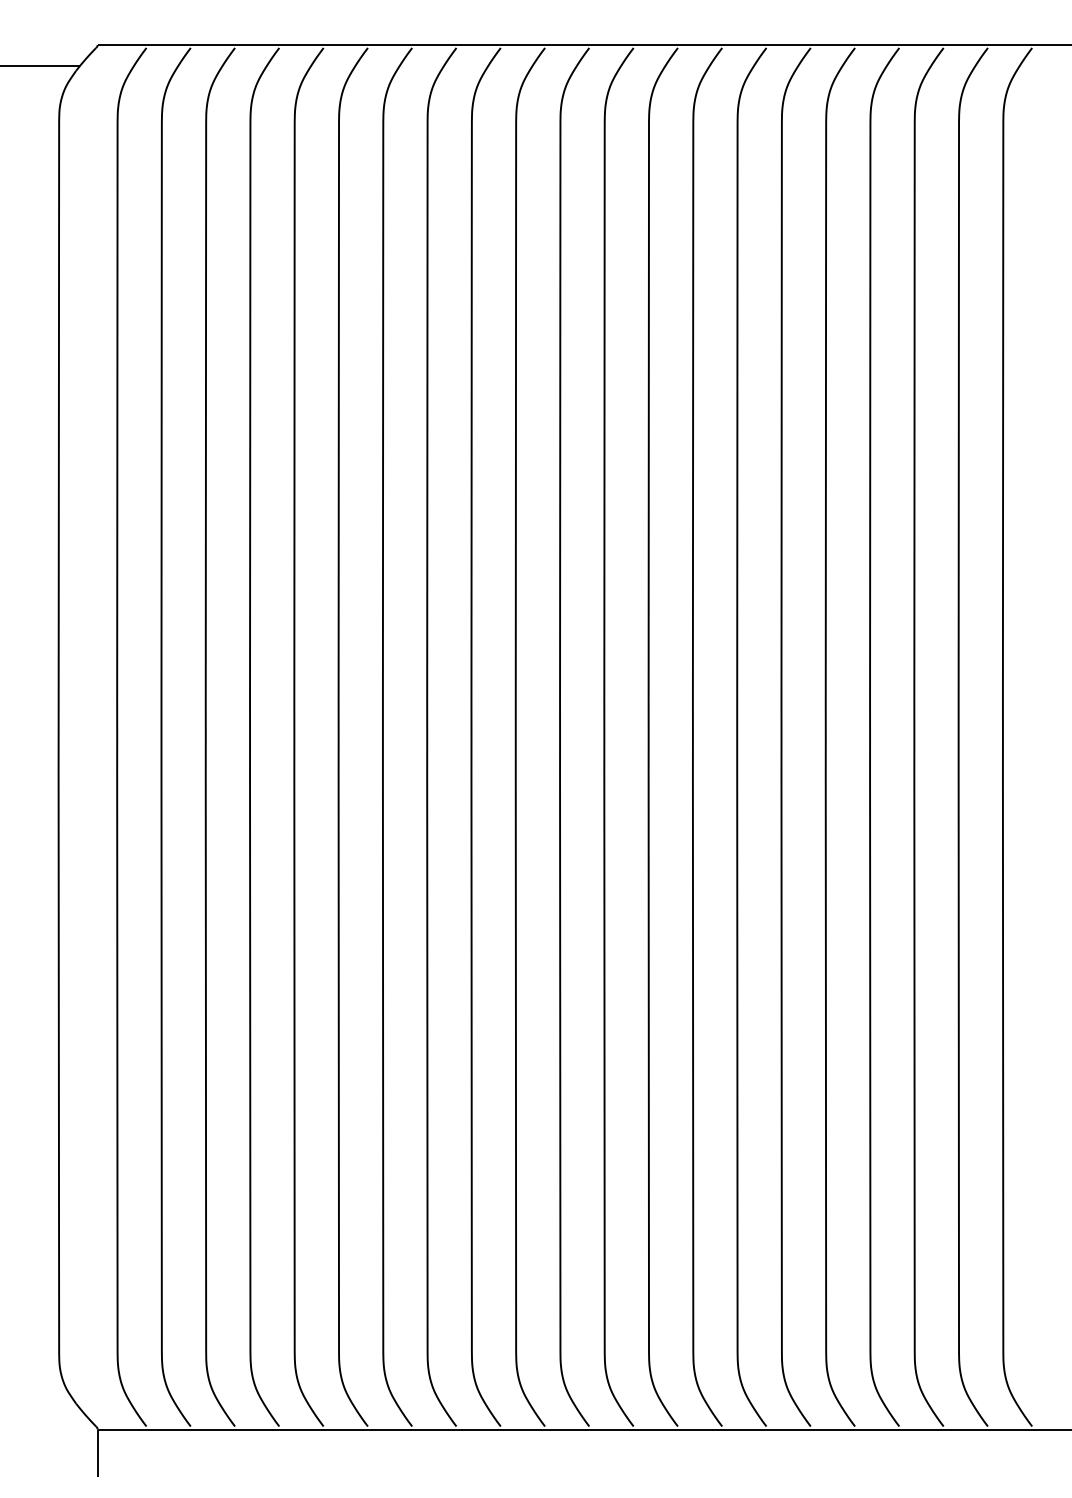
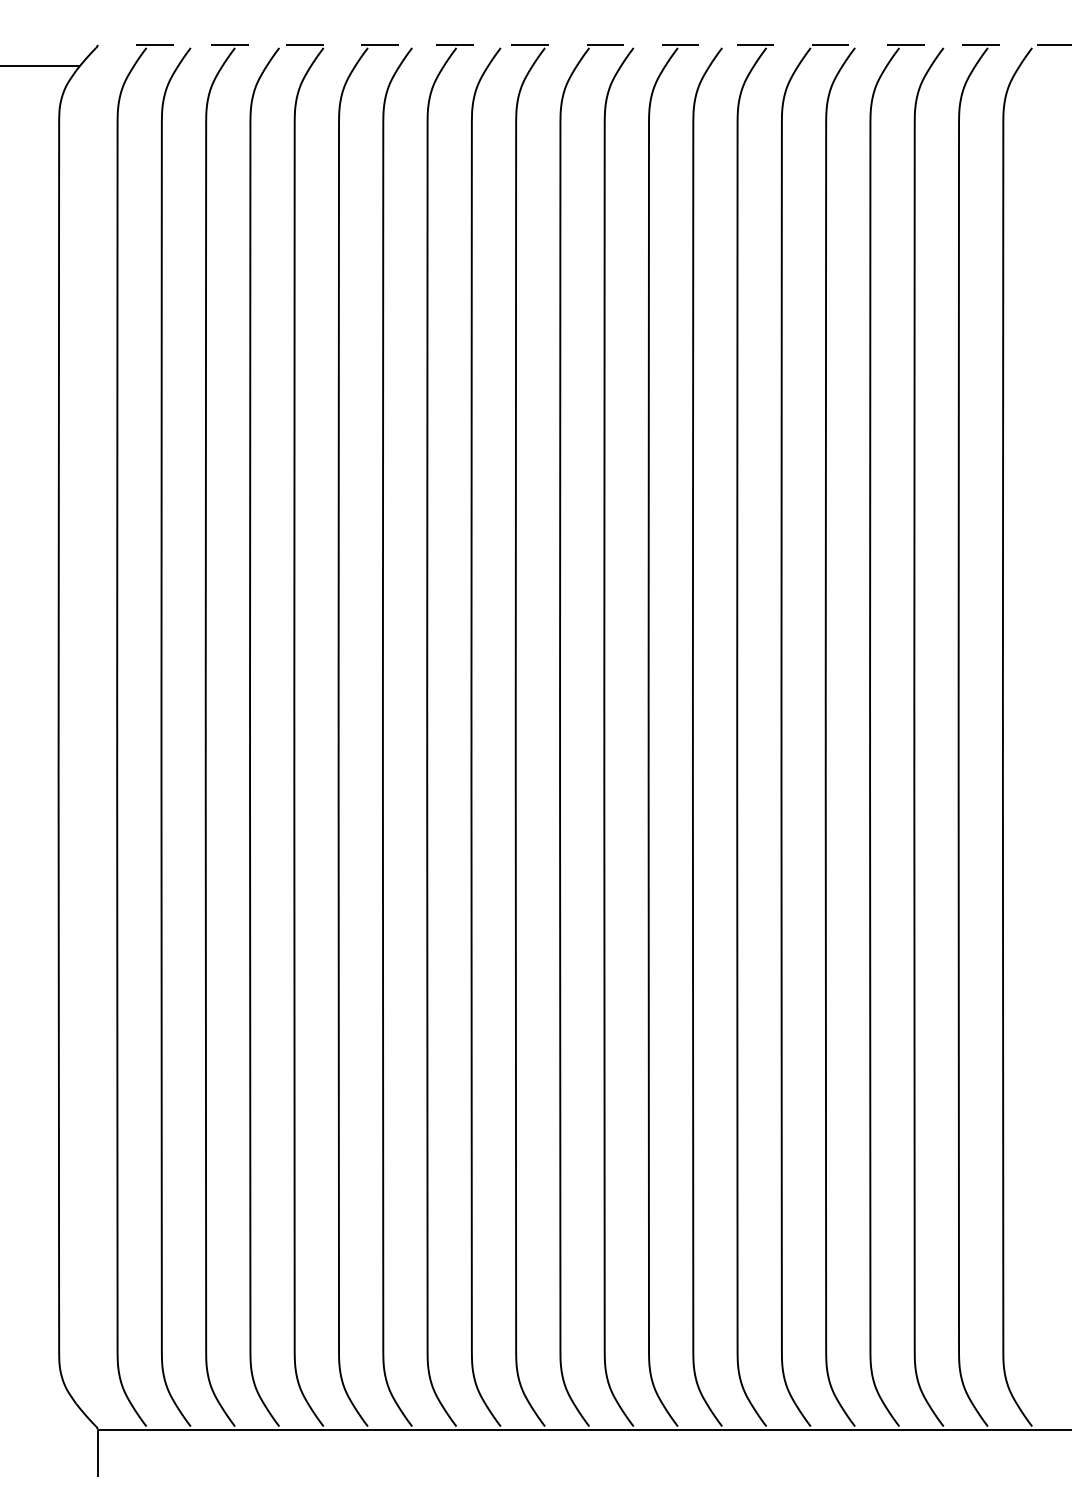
line at (584, 44): solid -> dashed
